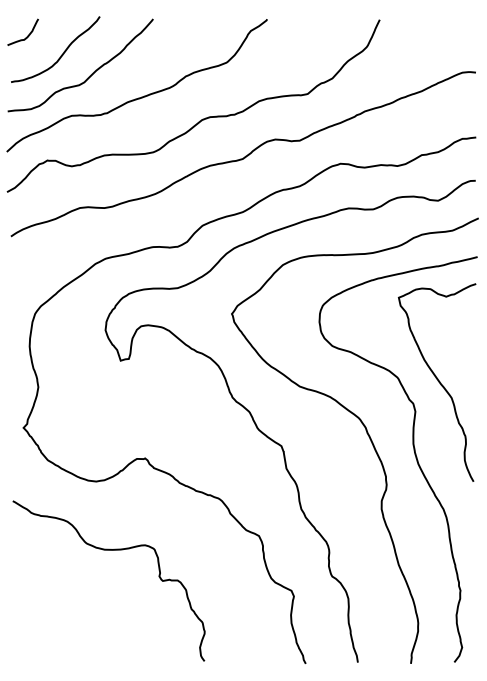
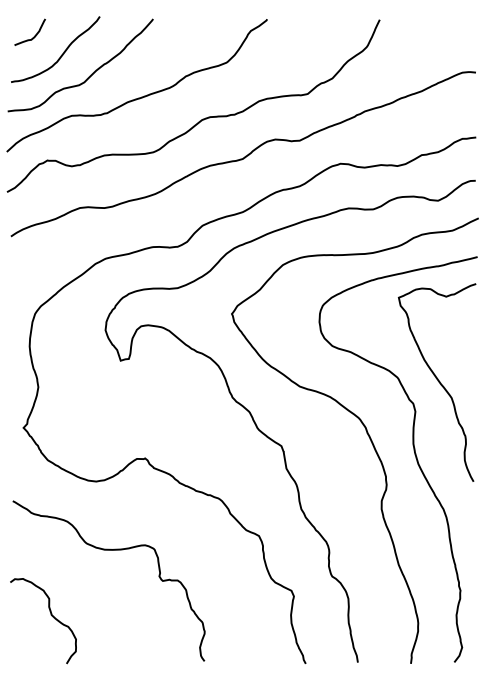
curve at (27, 35) position: (27, 35) -> (34, 35)
curve at (50, 615): none -> present
